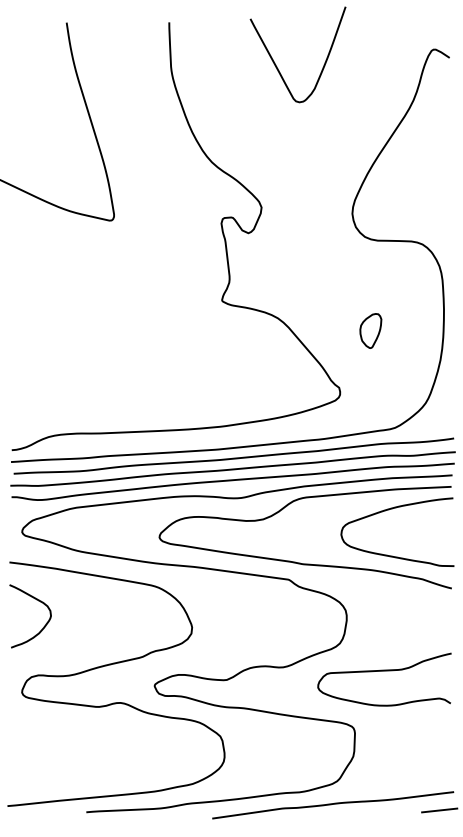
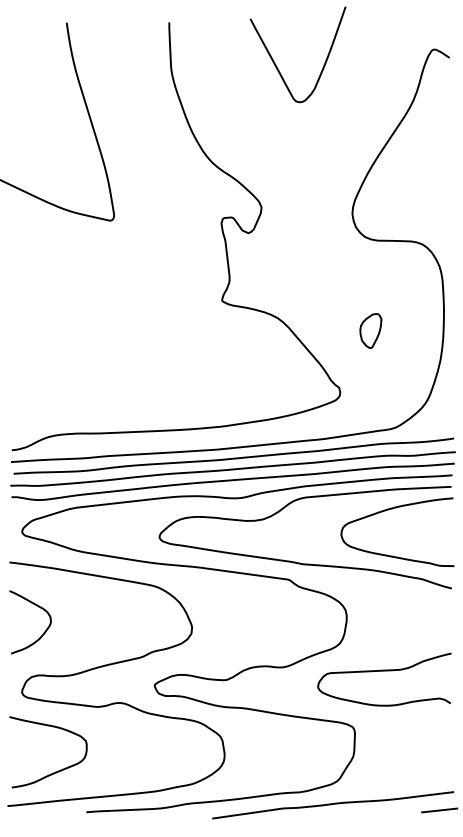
curve at (43, 626) position: (43, 626) -> (43, 632)
curve at (55, 771): none -> present
